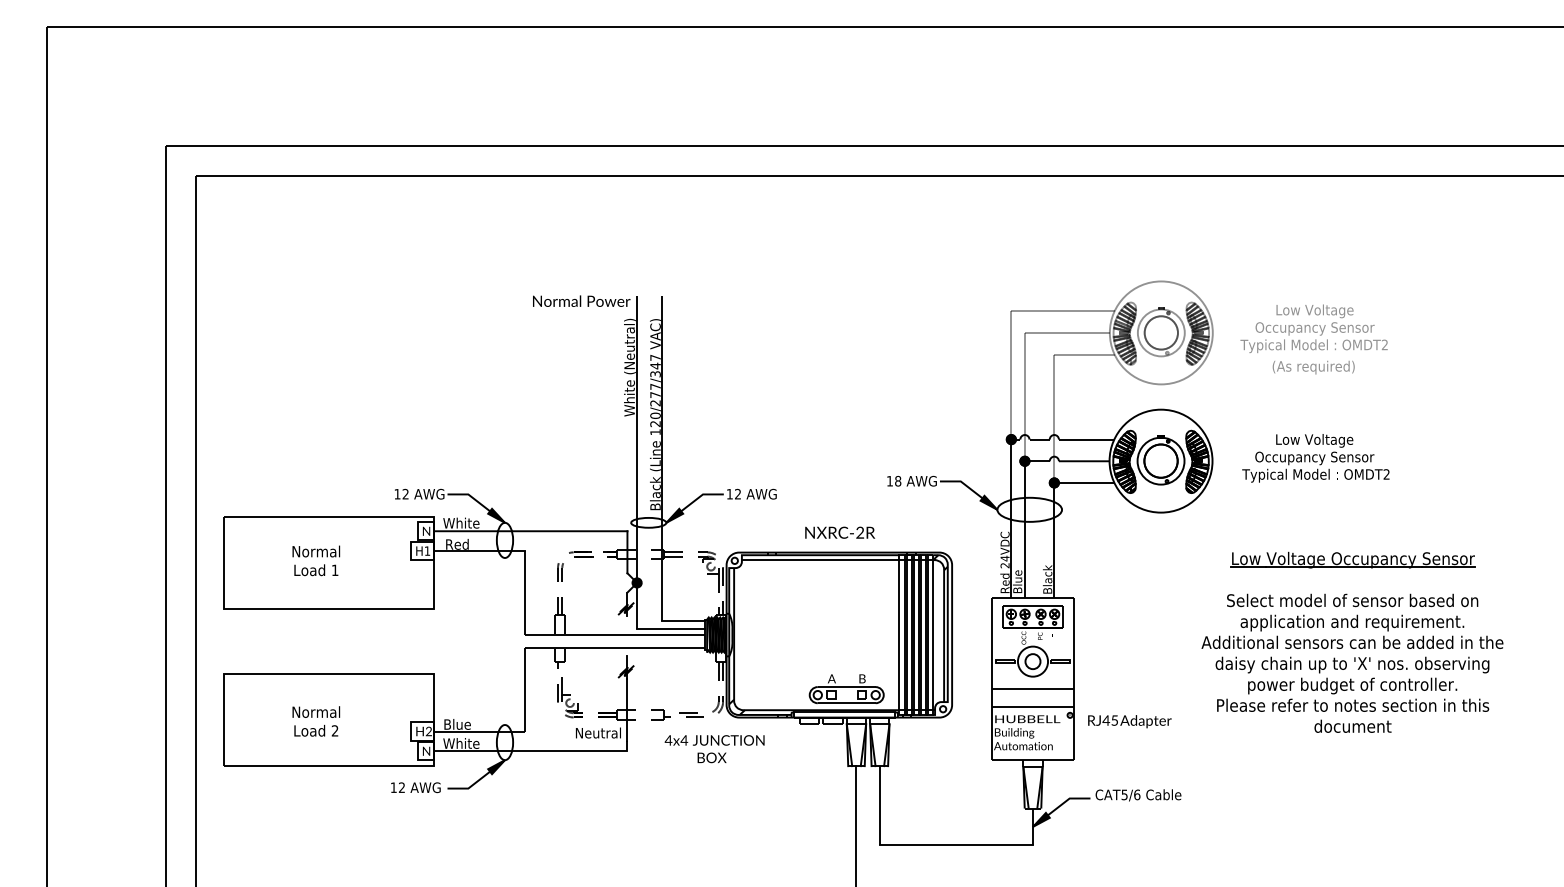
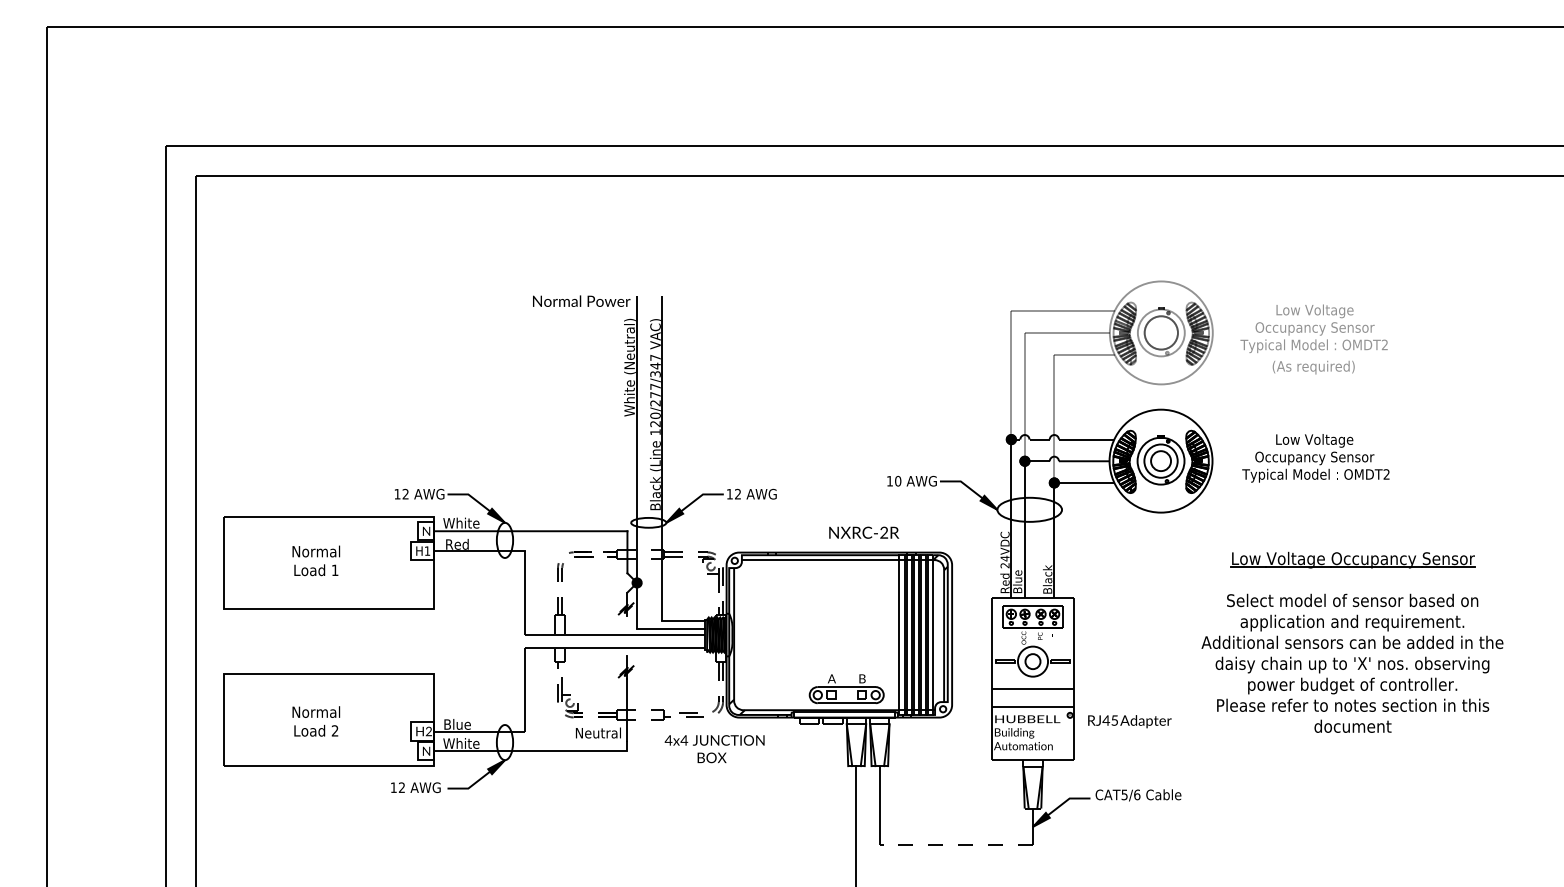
circle at (1160, 460) diameter: 33 px -> 20 px
text at (898, 481): 18 -> 10
text at (840, 532) position: (840, 532) -> (864, 532)
line at (956, 845): solid -> dashed
